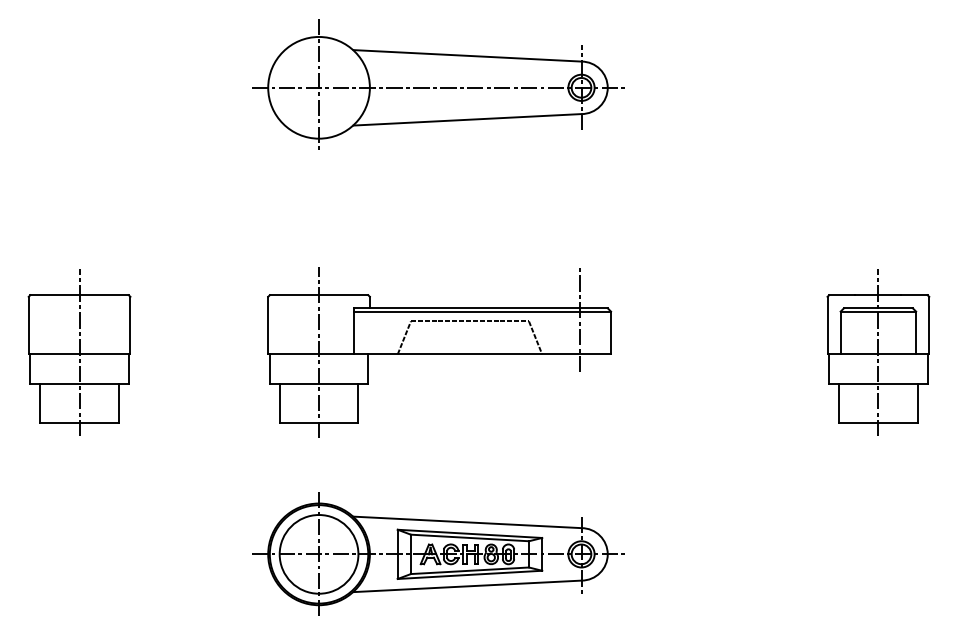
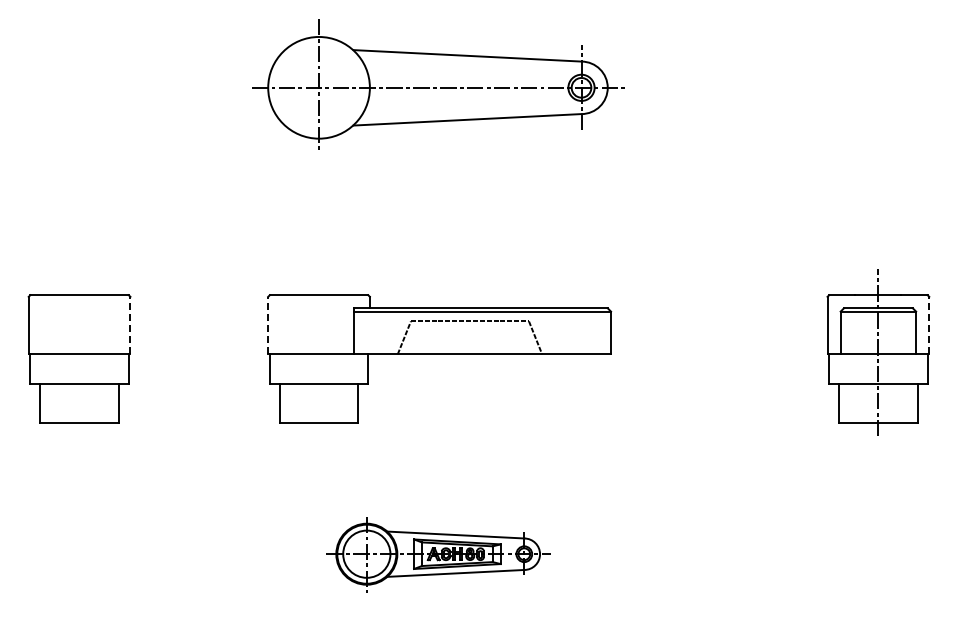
line at (579, 319): present -> none
line at (130, 325): solid -> dashed
line at (268, 325): solid -> dashed
line at (929, 325): solid -> dashed
line at (79, 352): present -> none
line at (319, 352): present -> none
part at (438, 553) size: 373x124 px -> 225x76 px
